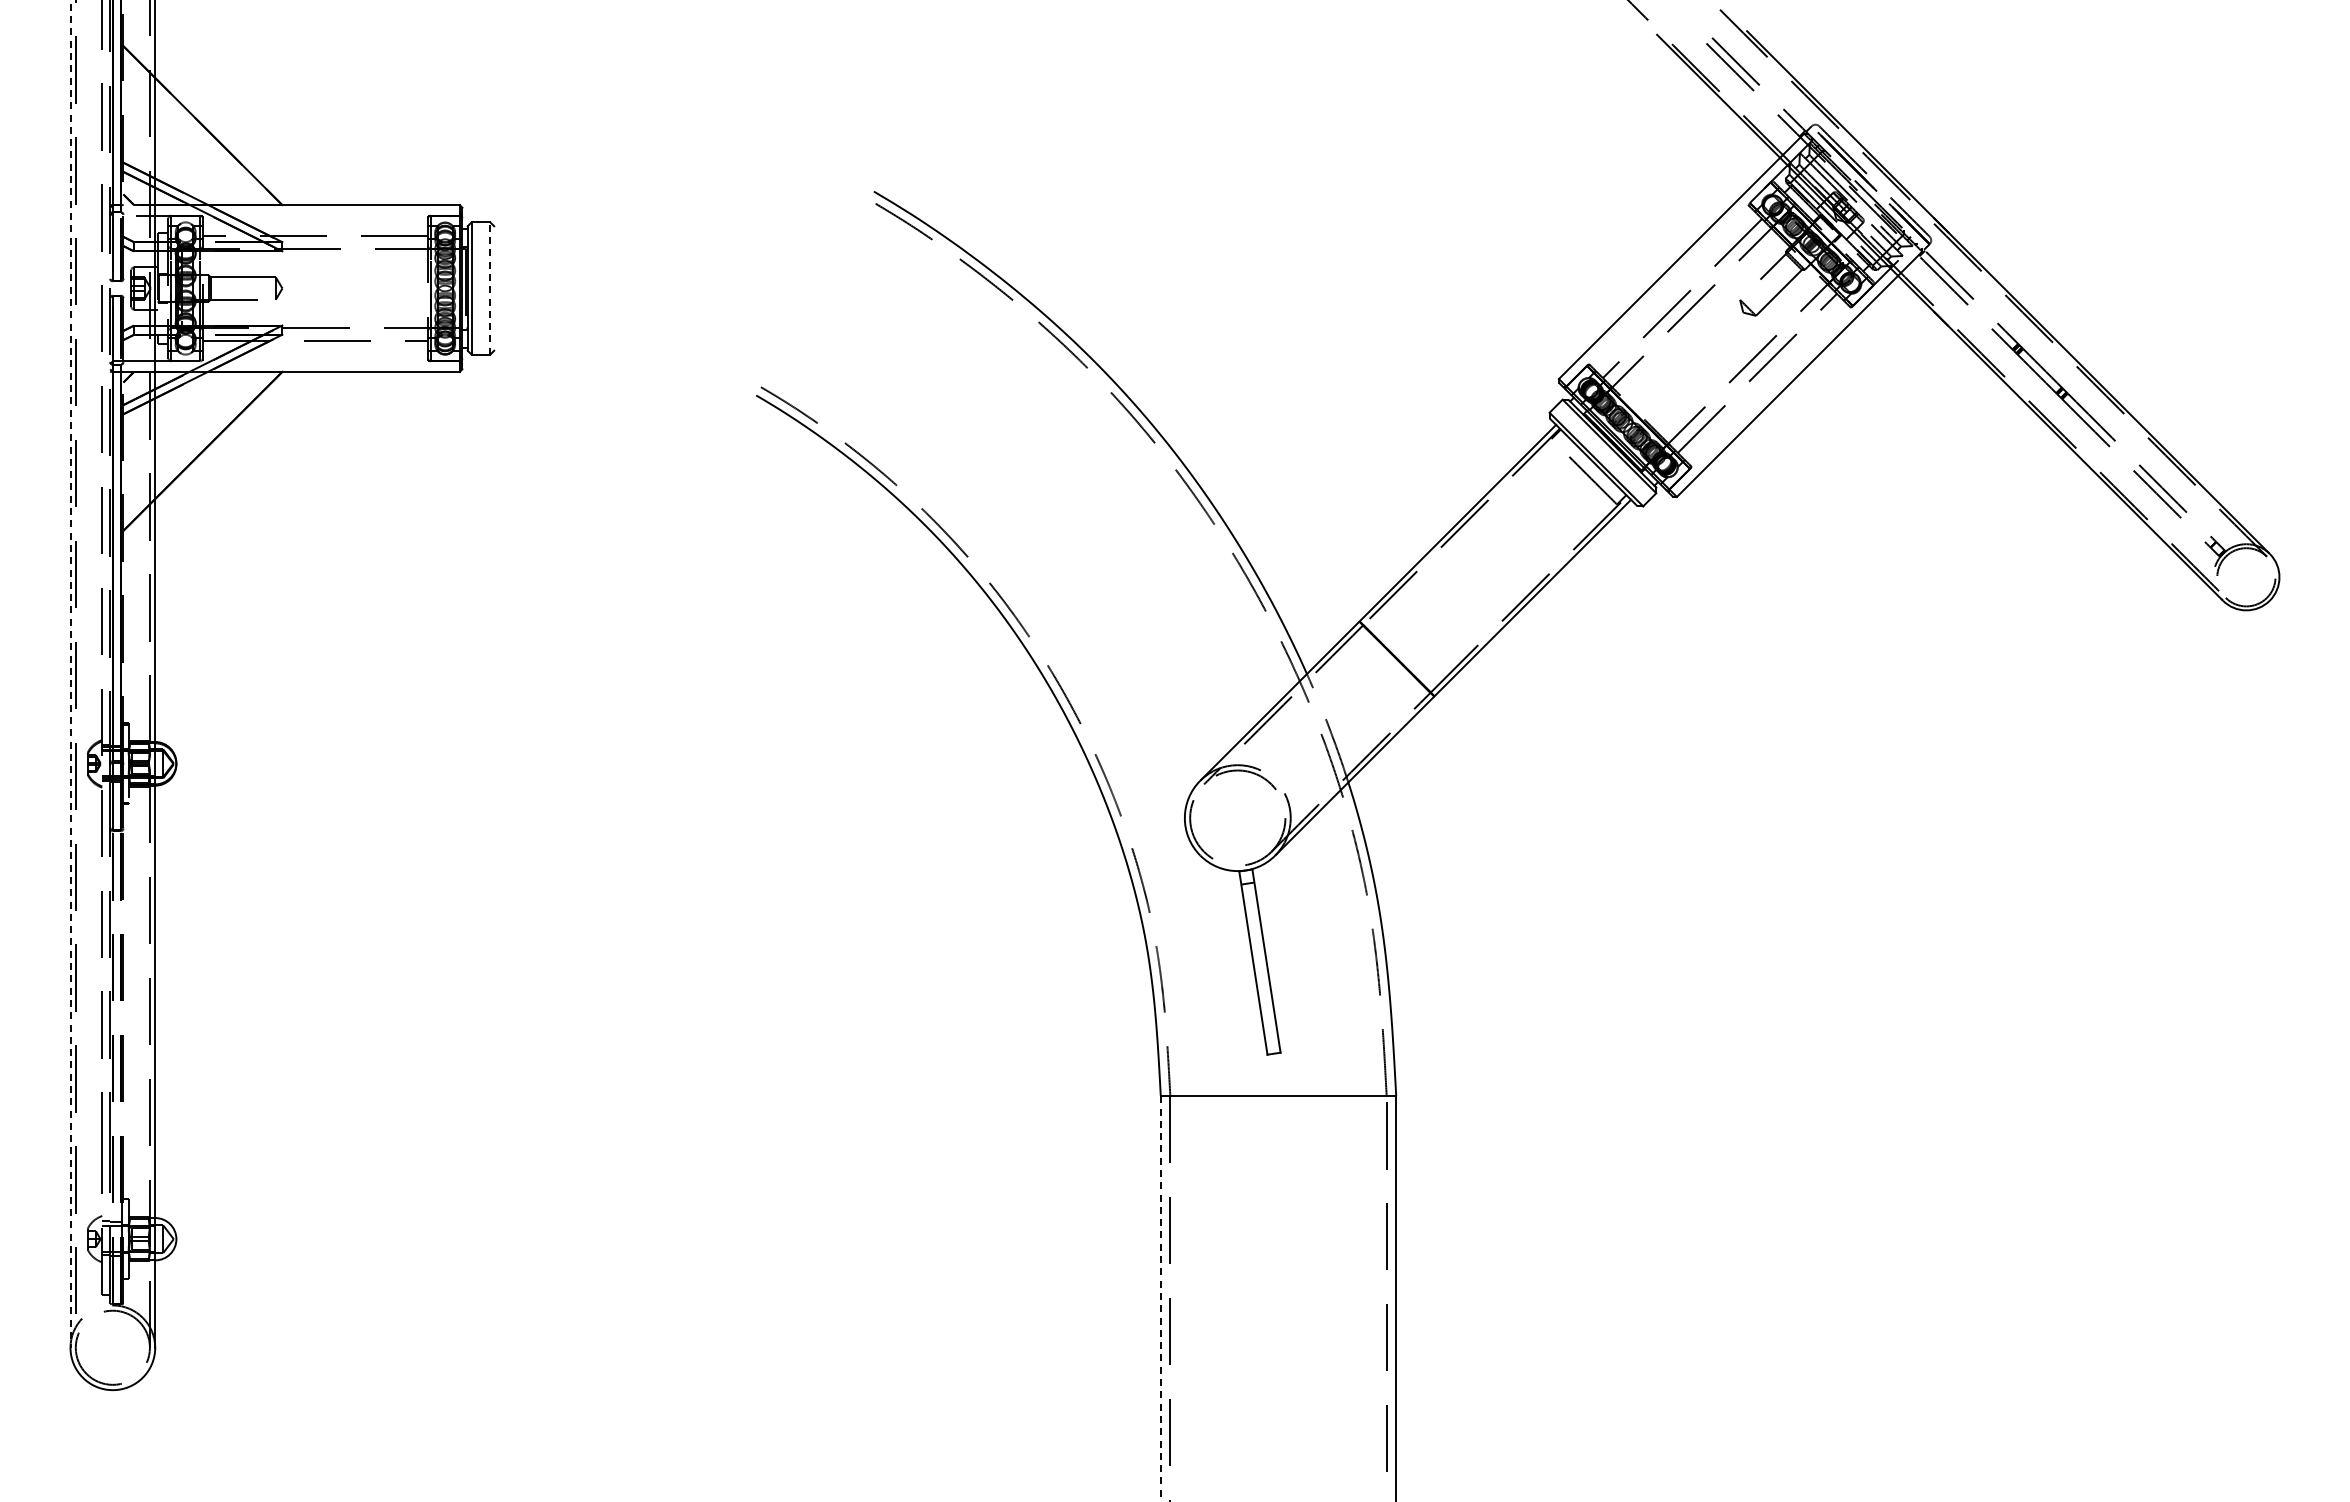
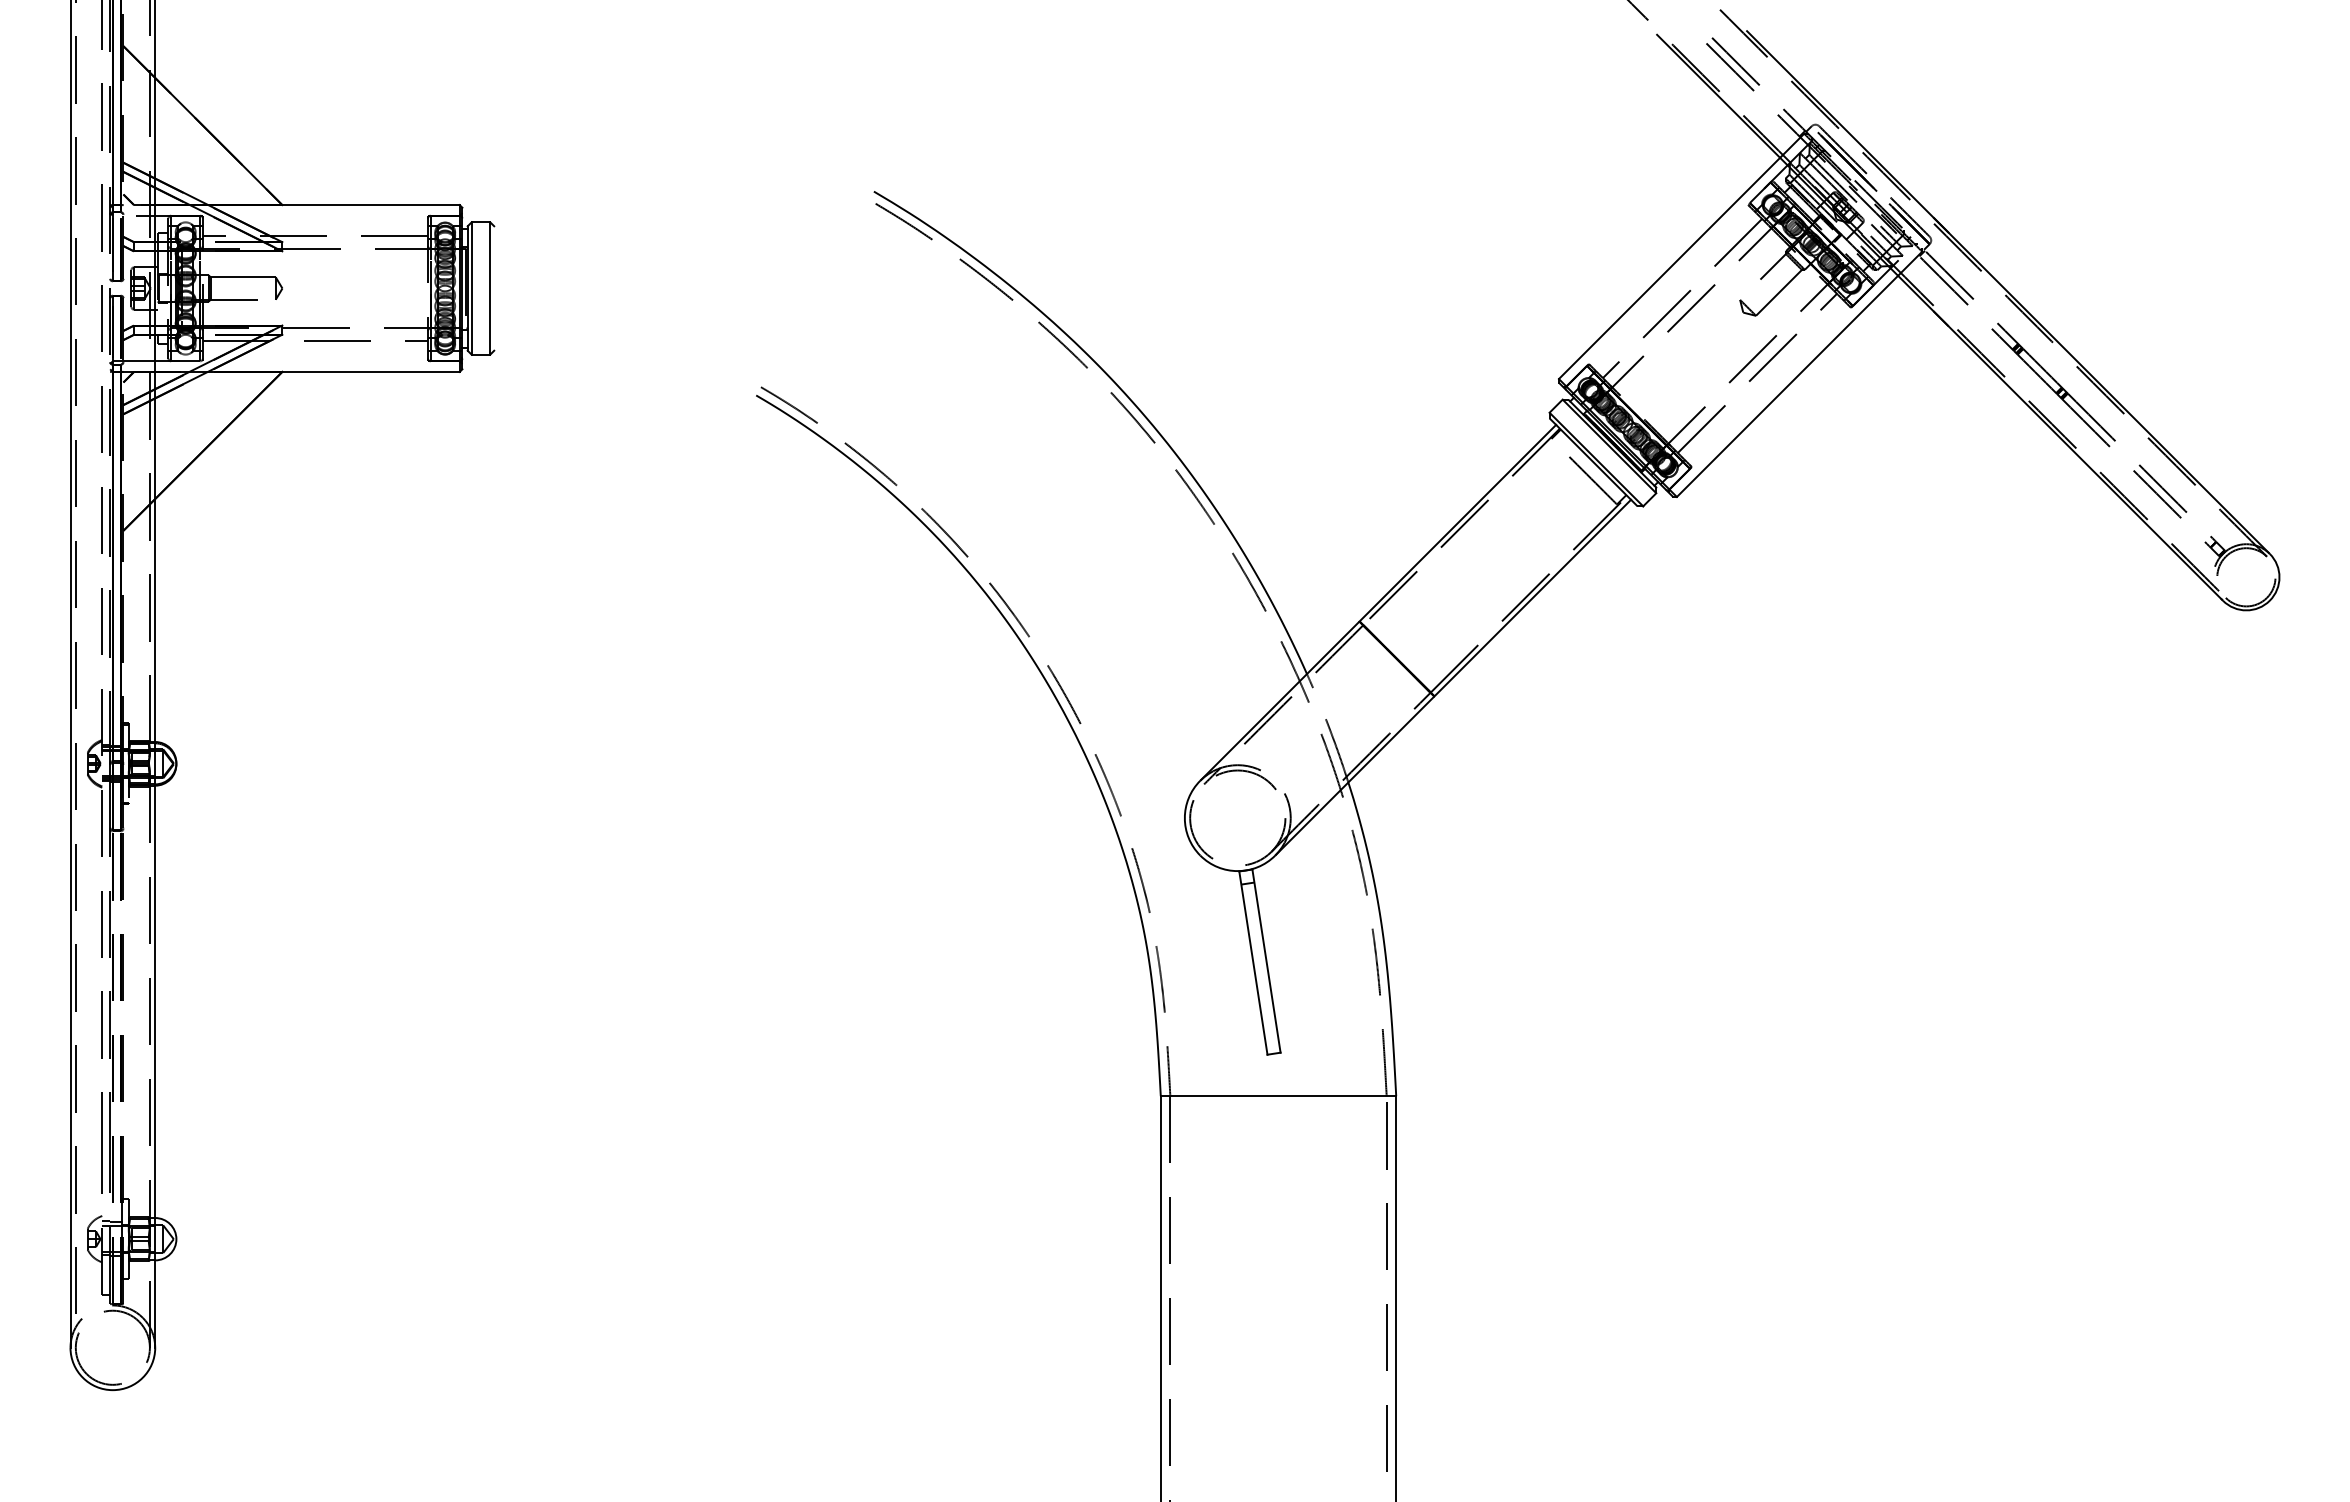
line at (490, 288): dashed -> solid
line at (70, 673): dashed -> solid
line at (1160, 1299): dashed -> solid
